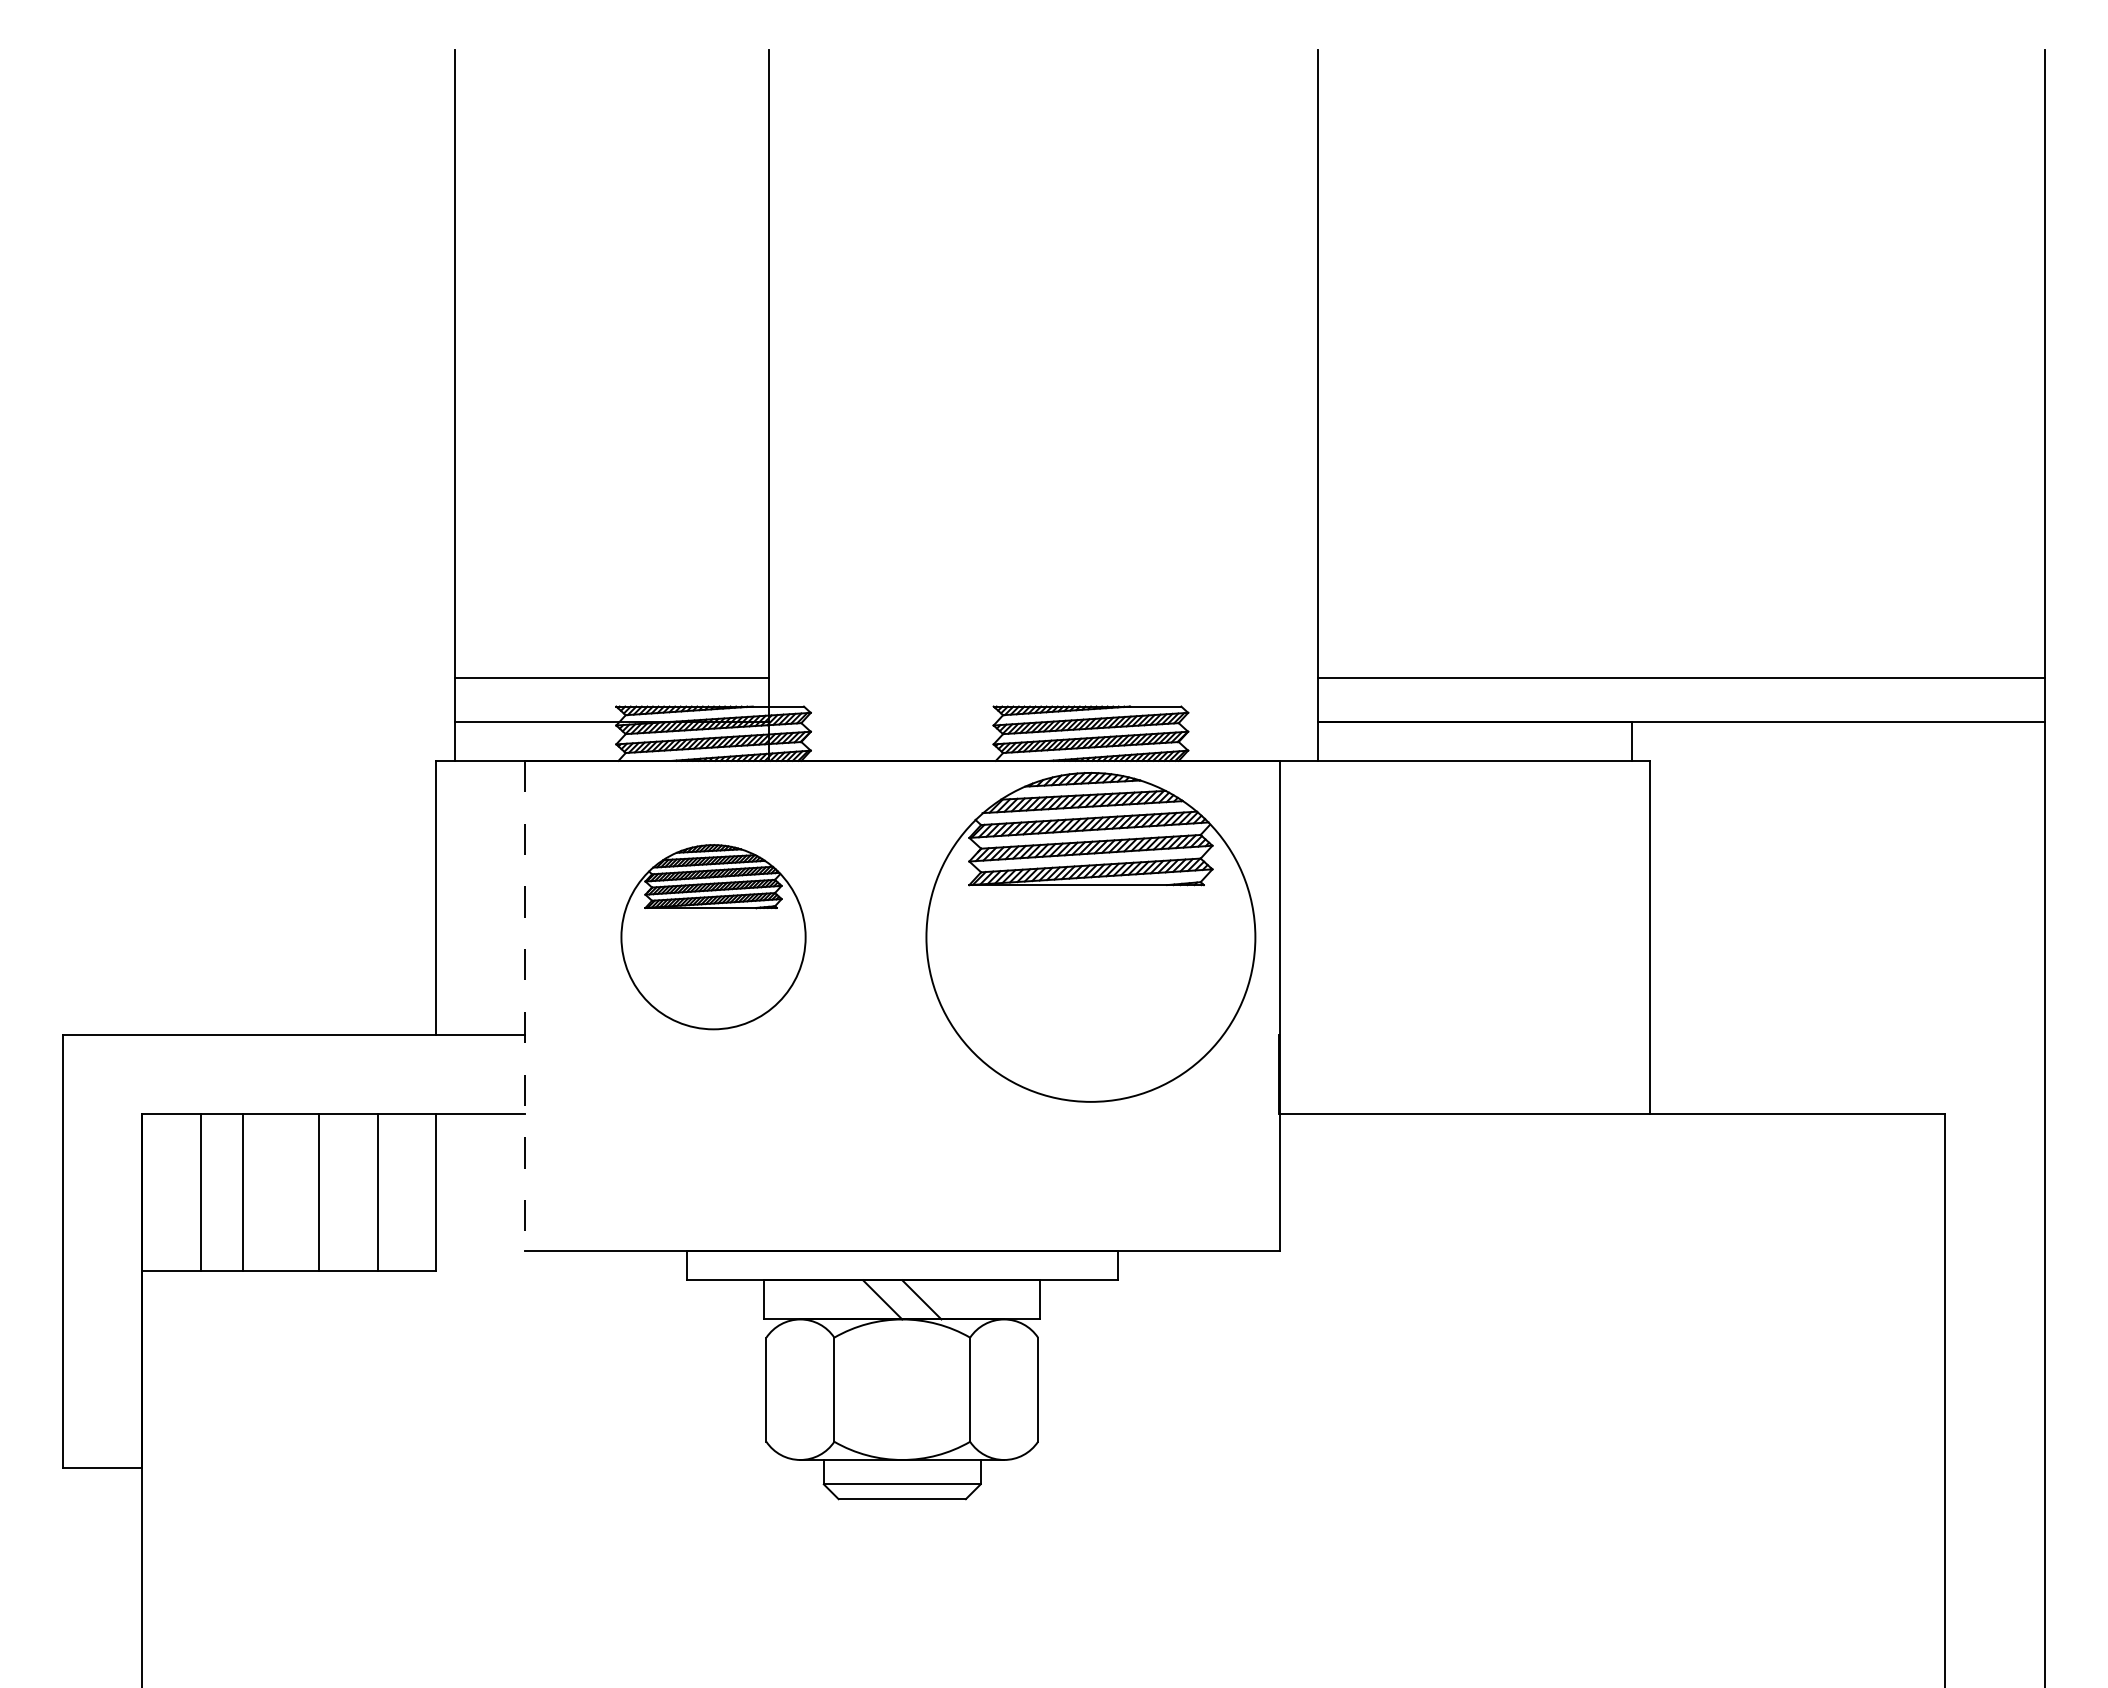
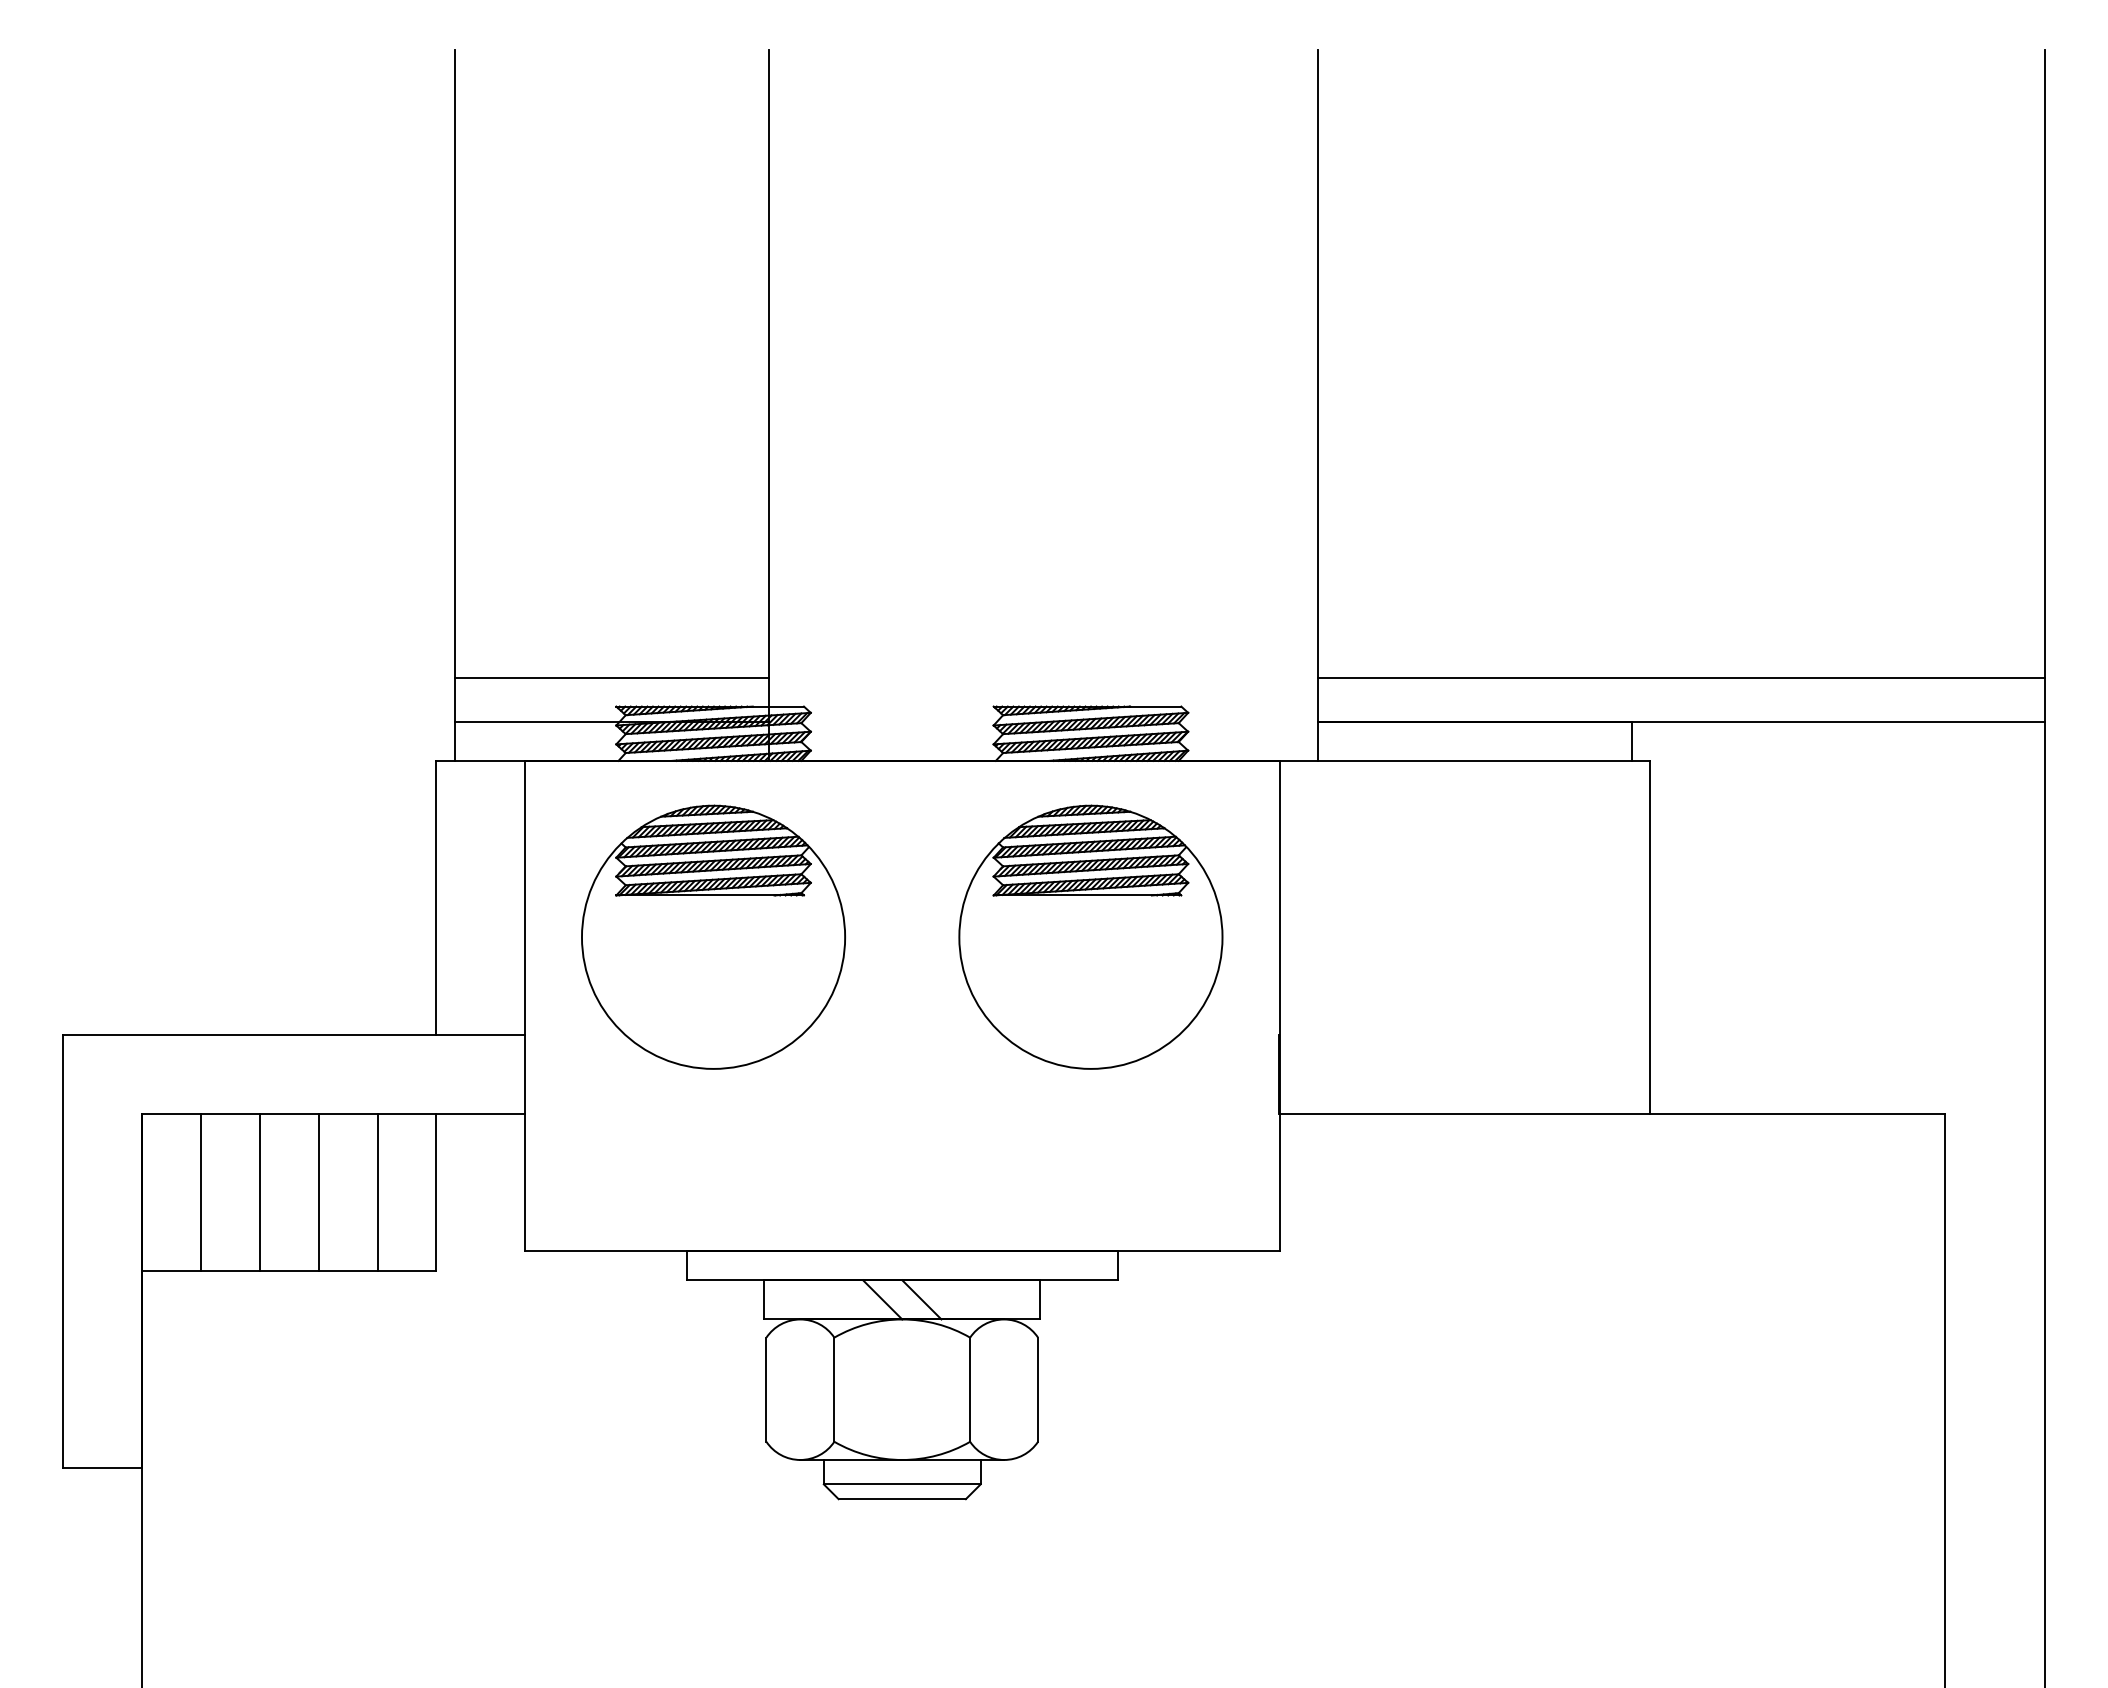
part at (1090, 936) size: 332x332 px -> 266x266 px
part at (713, 937) size: 187x187 px -> 265x266 px
line at (524, 1005): dashed -> solid
line at (242, 1191) position: (242, 1191) -> (259, 1191)
